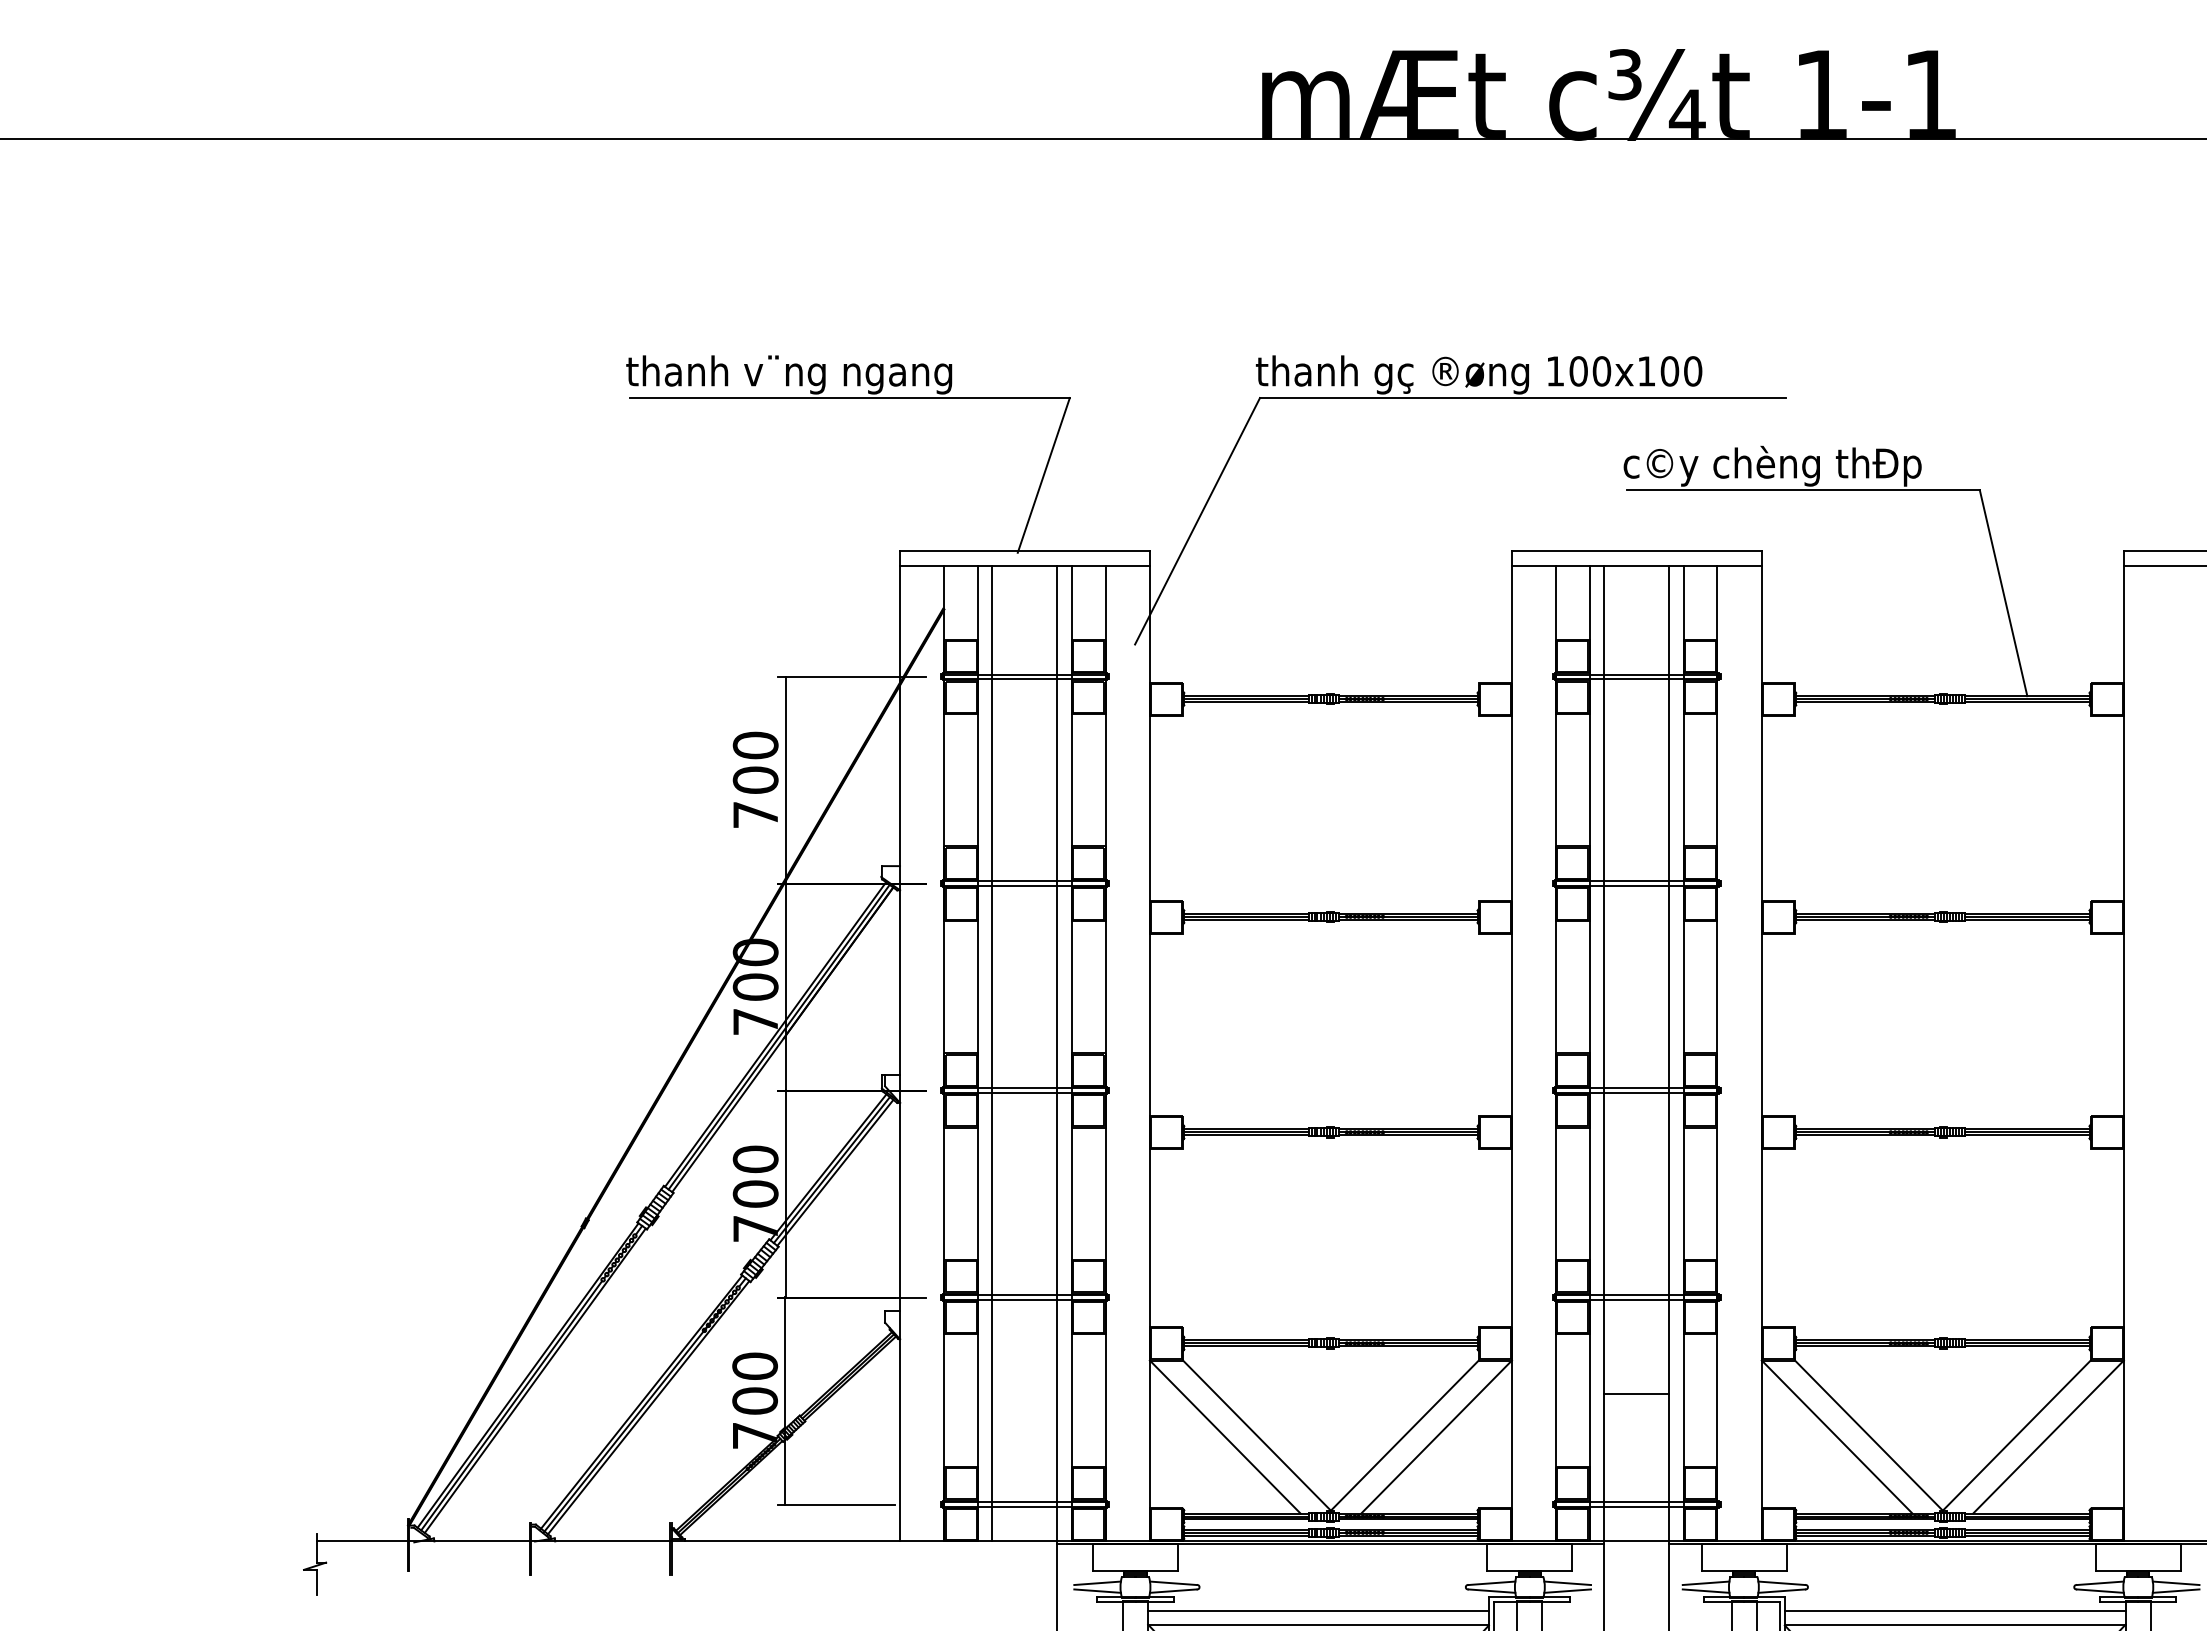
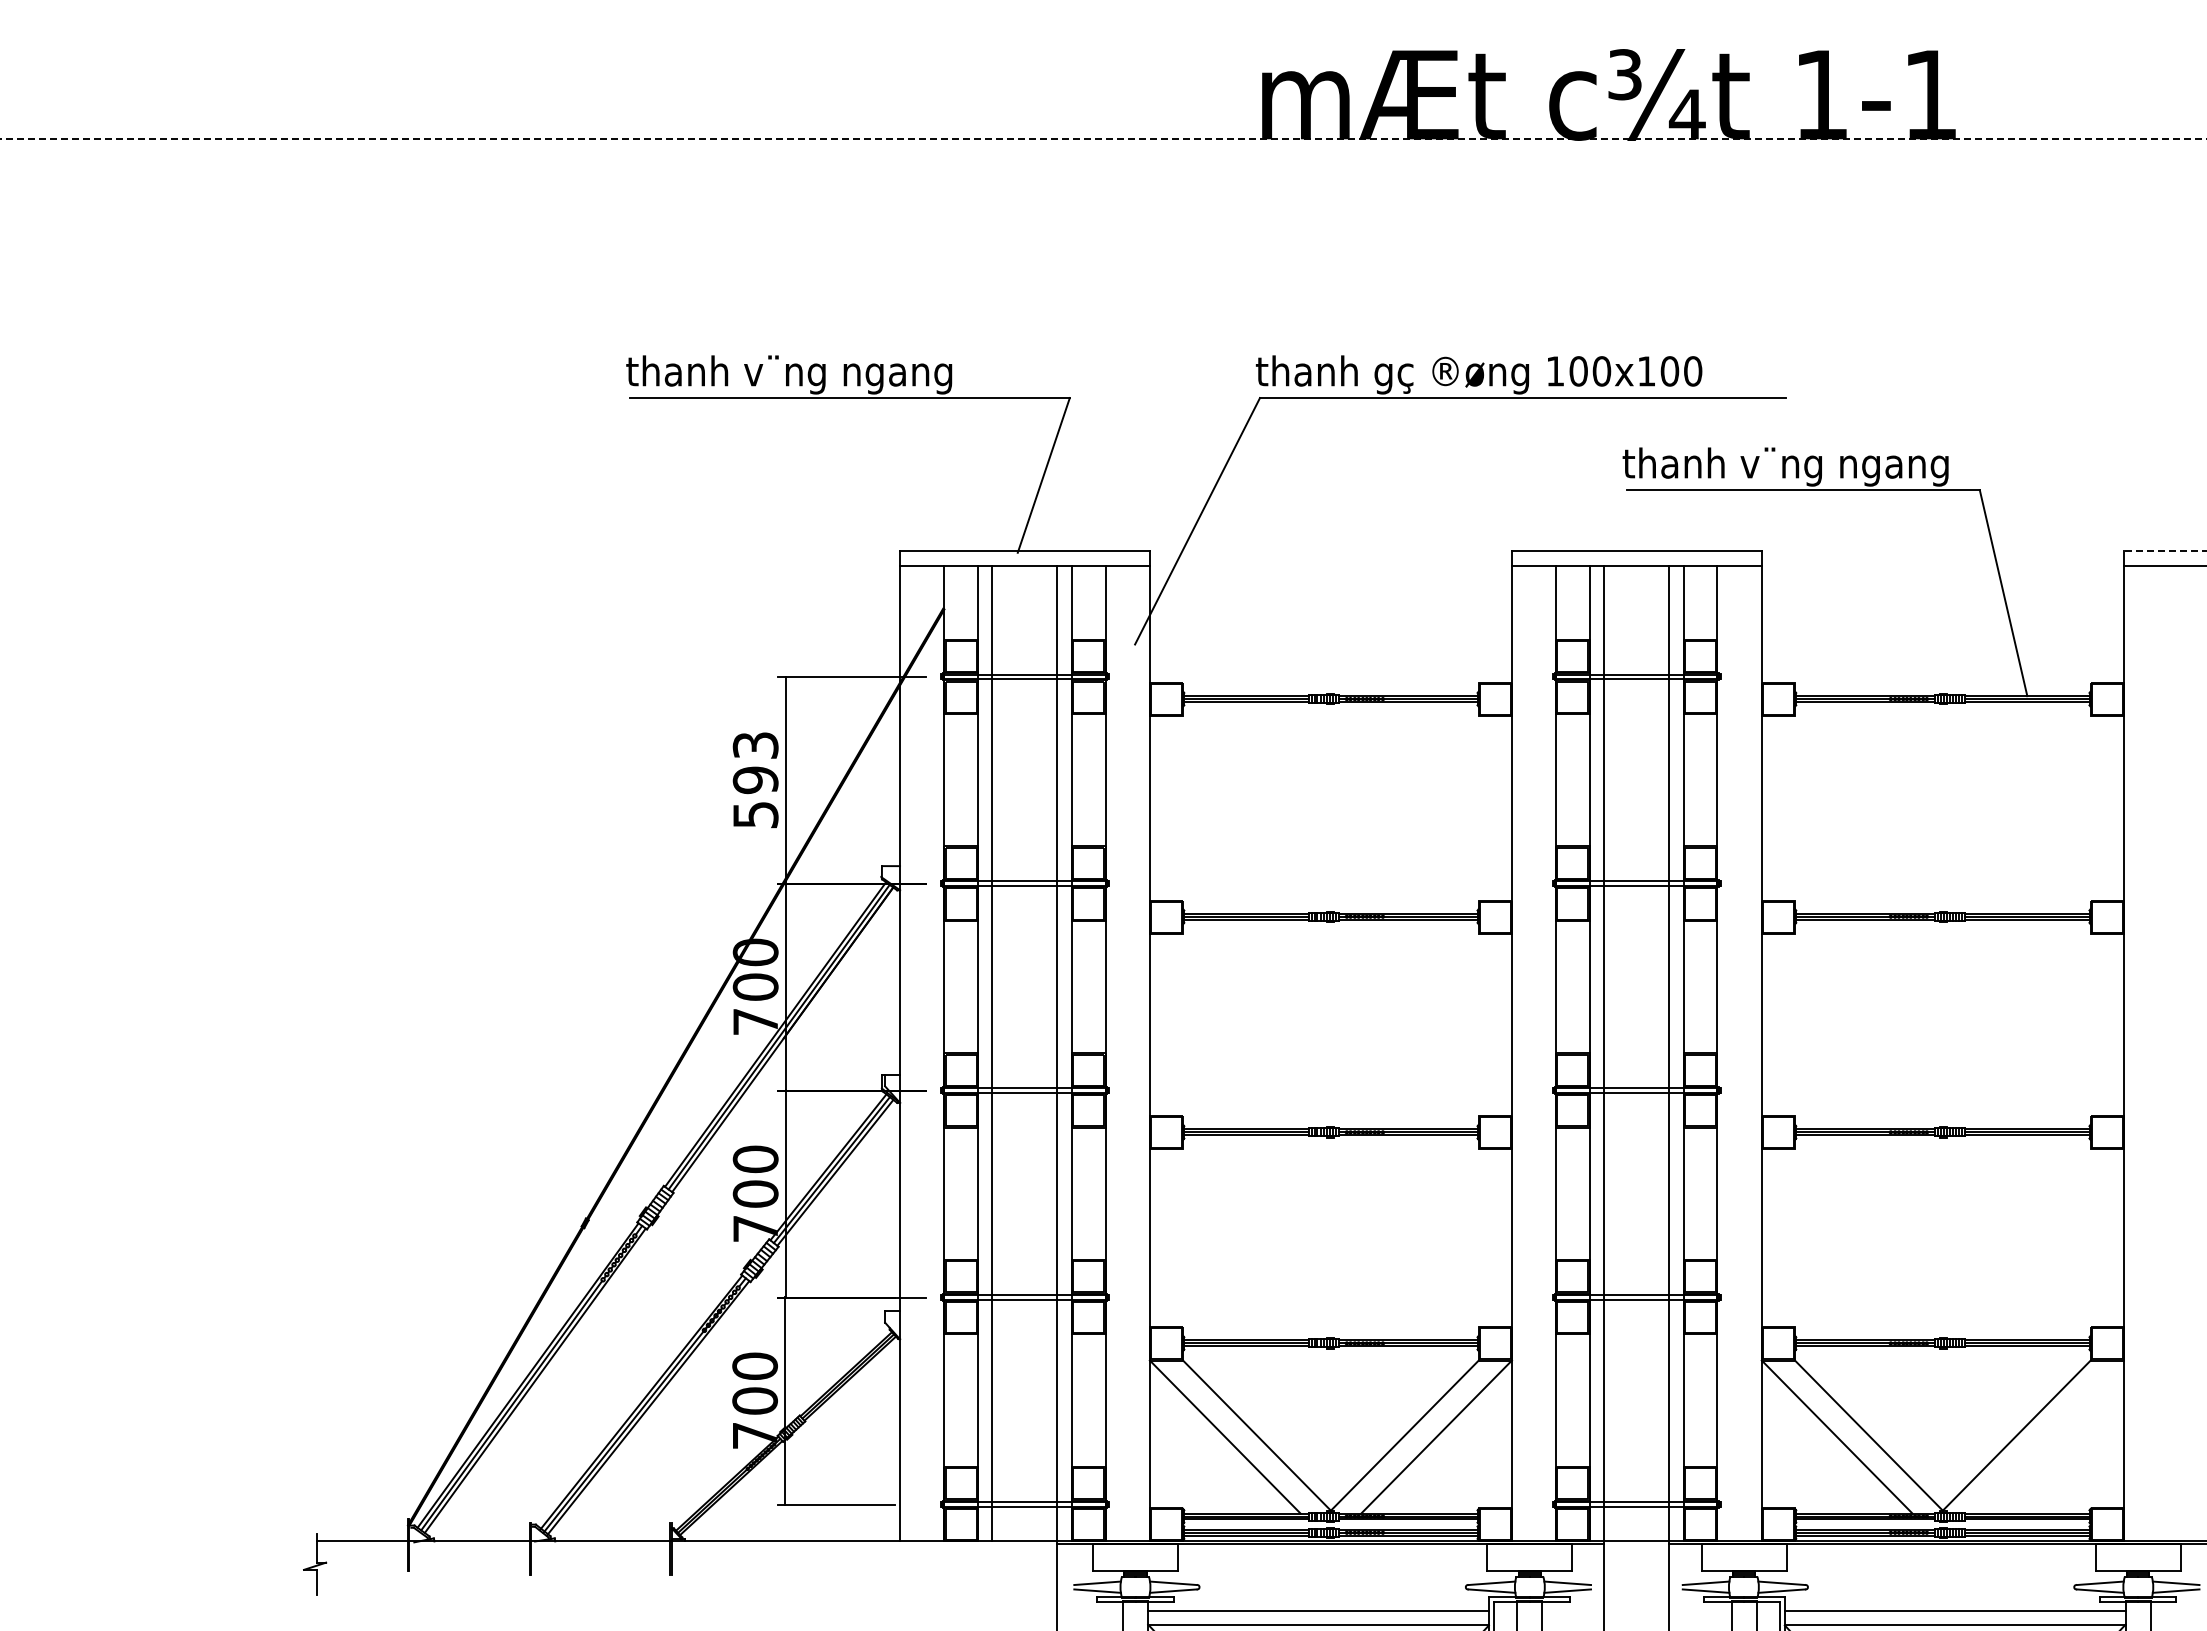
line at (1103, 139): solid -> dashed
text at (1785, 465): c©y chèng thÐp -> thanh v¨ng ngang
line at (2164, 551): solid -> dashed
text at (755, 779): 700 -> 593
line at (1636, 1393): present -> none
line at (2048, 1436): present -> none
